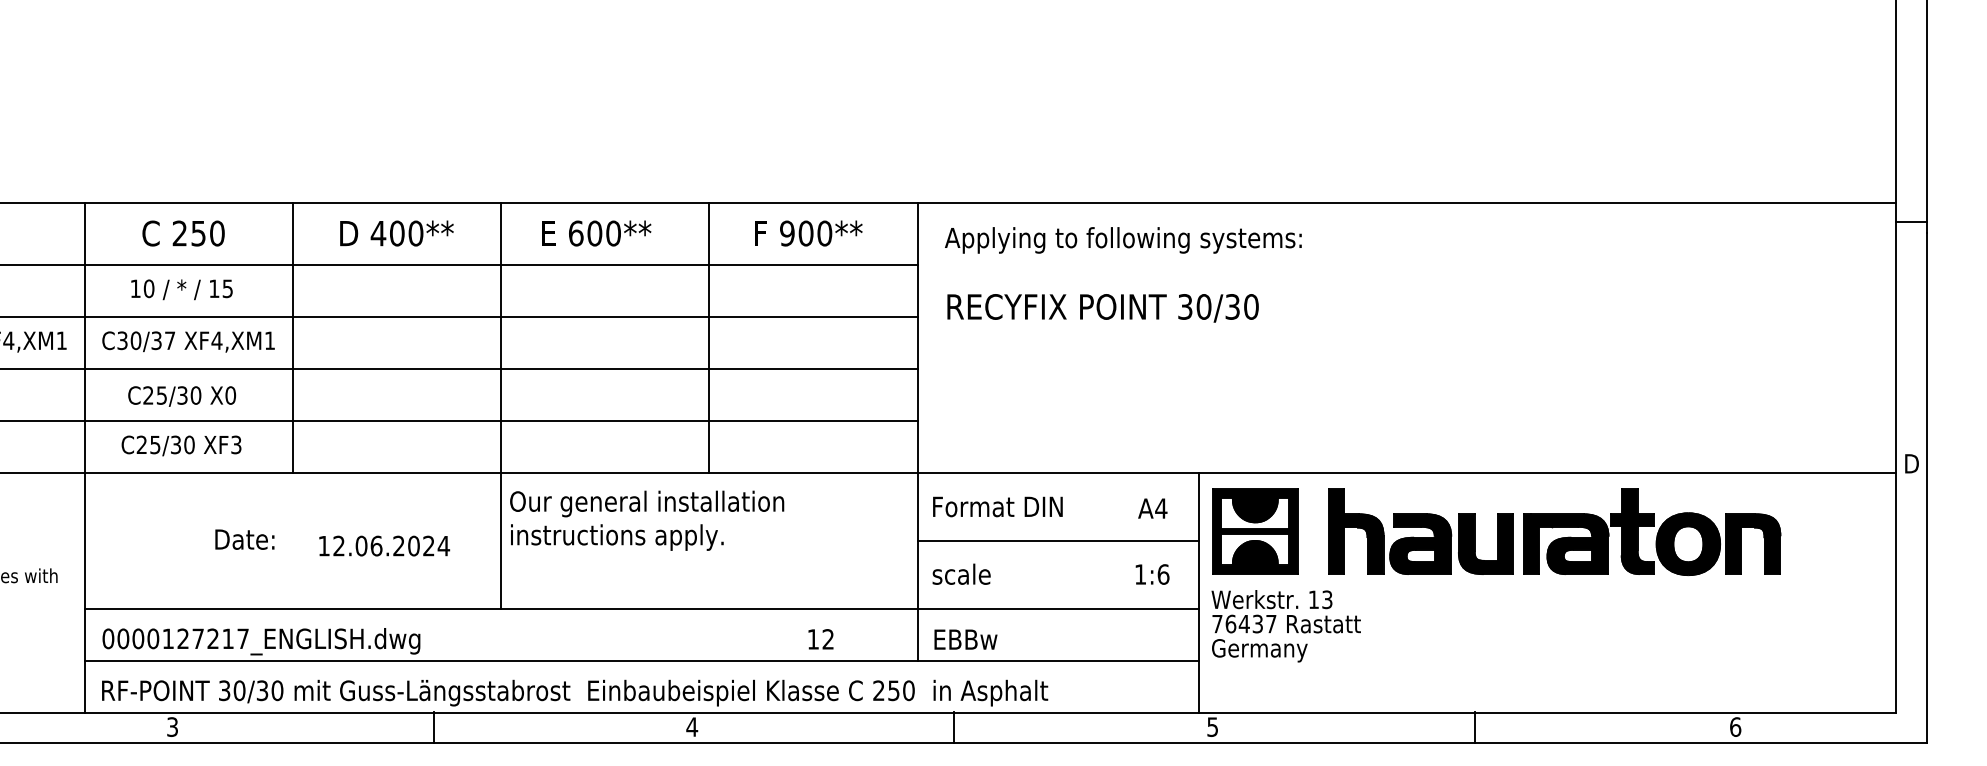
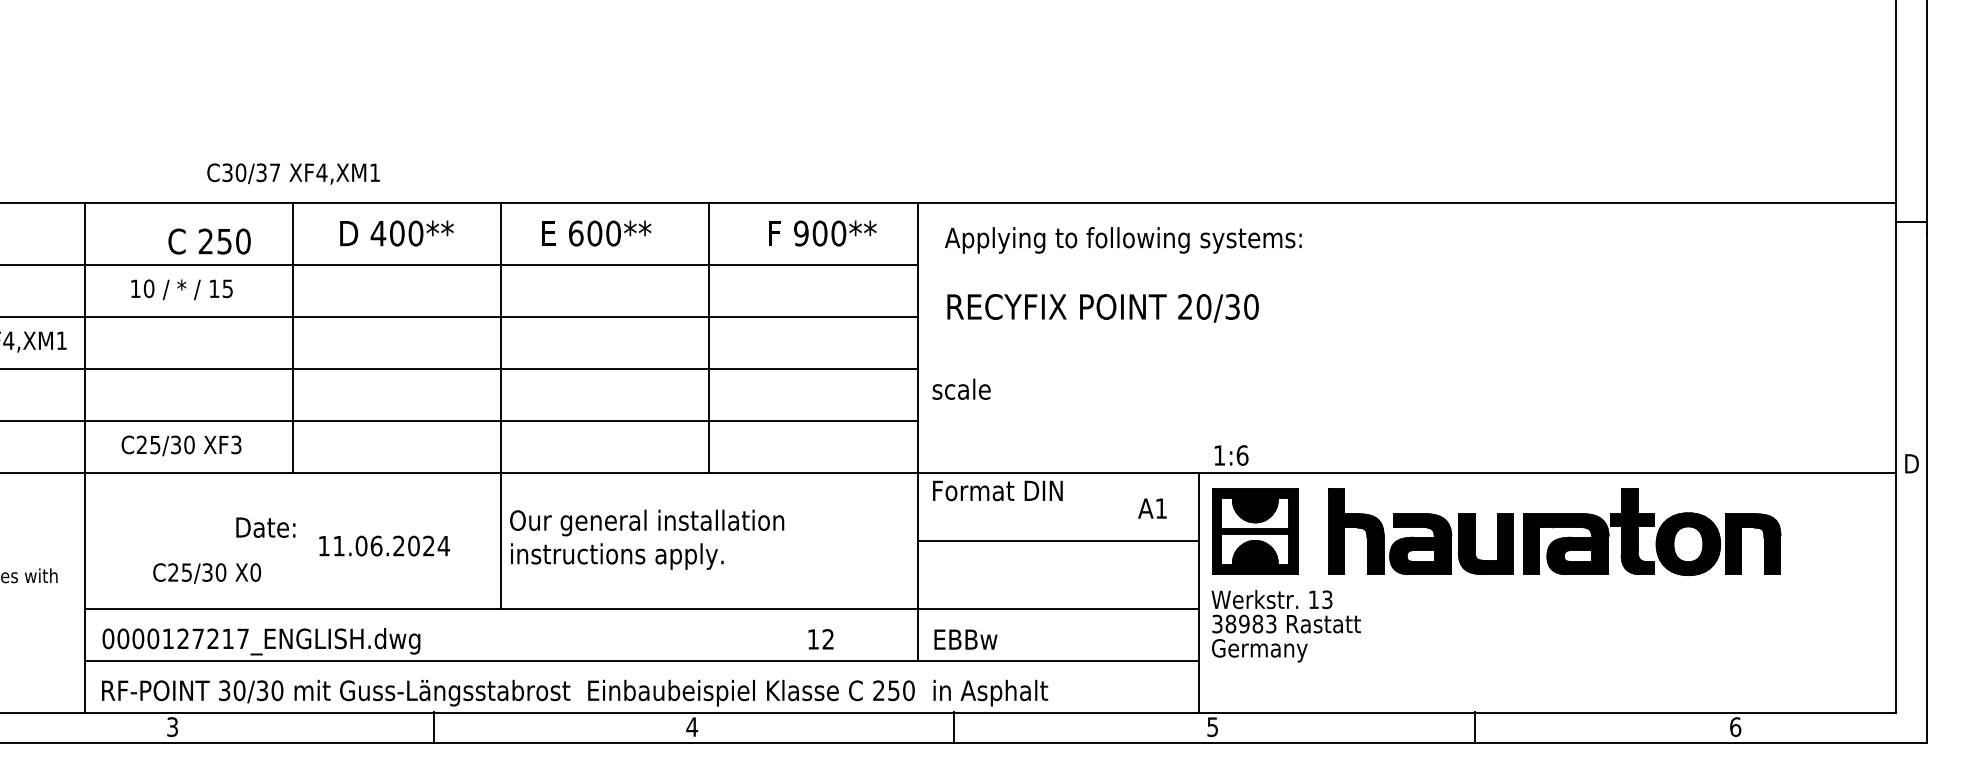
text at (183, 233) position: (183, 233) -> (209, 241)
text at (808, 233) position: (808, 233) -> (822, 233)
text at (1185, 306): 30/30 -> 20/30
text at (188, 341) position: (188, 341) -> (293, 173)
text at (182, 396) position: (182, 396) -> (207, 573)
text at (997, 506) position: (997, 506) -> (997, 490)
text at (1161, 508): A4 -> A1
text at (647, 520) position: (647, 520) -> (647, 539)
text at (244, 539) position: (244, 539) -> (265, 527)
text at (338, 545): 12.06.2024 -> 11.06.2024
text at (961, 573) position: (961, 573) -> (961, 388)
text at (1152, 574) position: (1152, 574) -> (1231, 455)
text at (1244, 623): 76437 -> 38983
